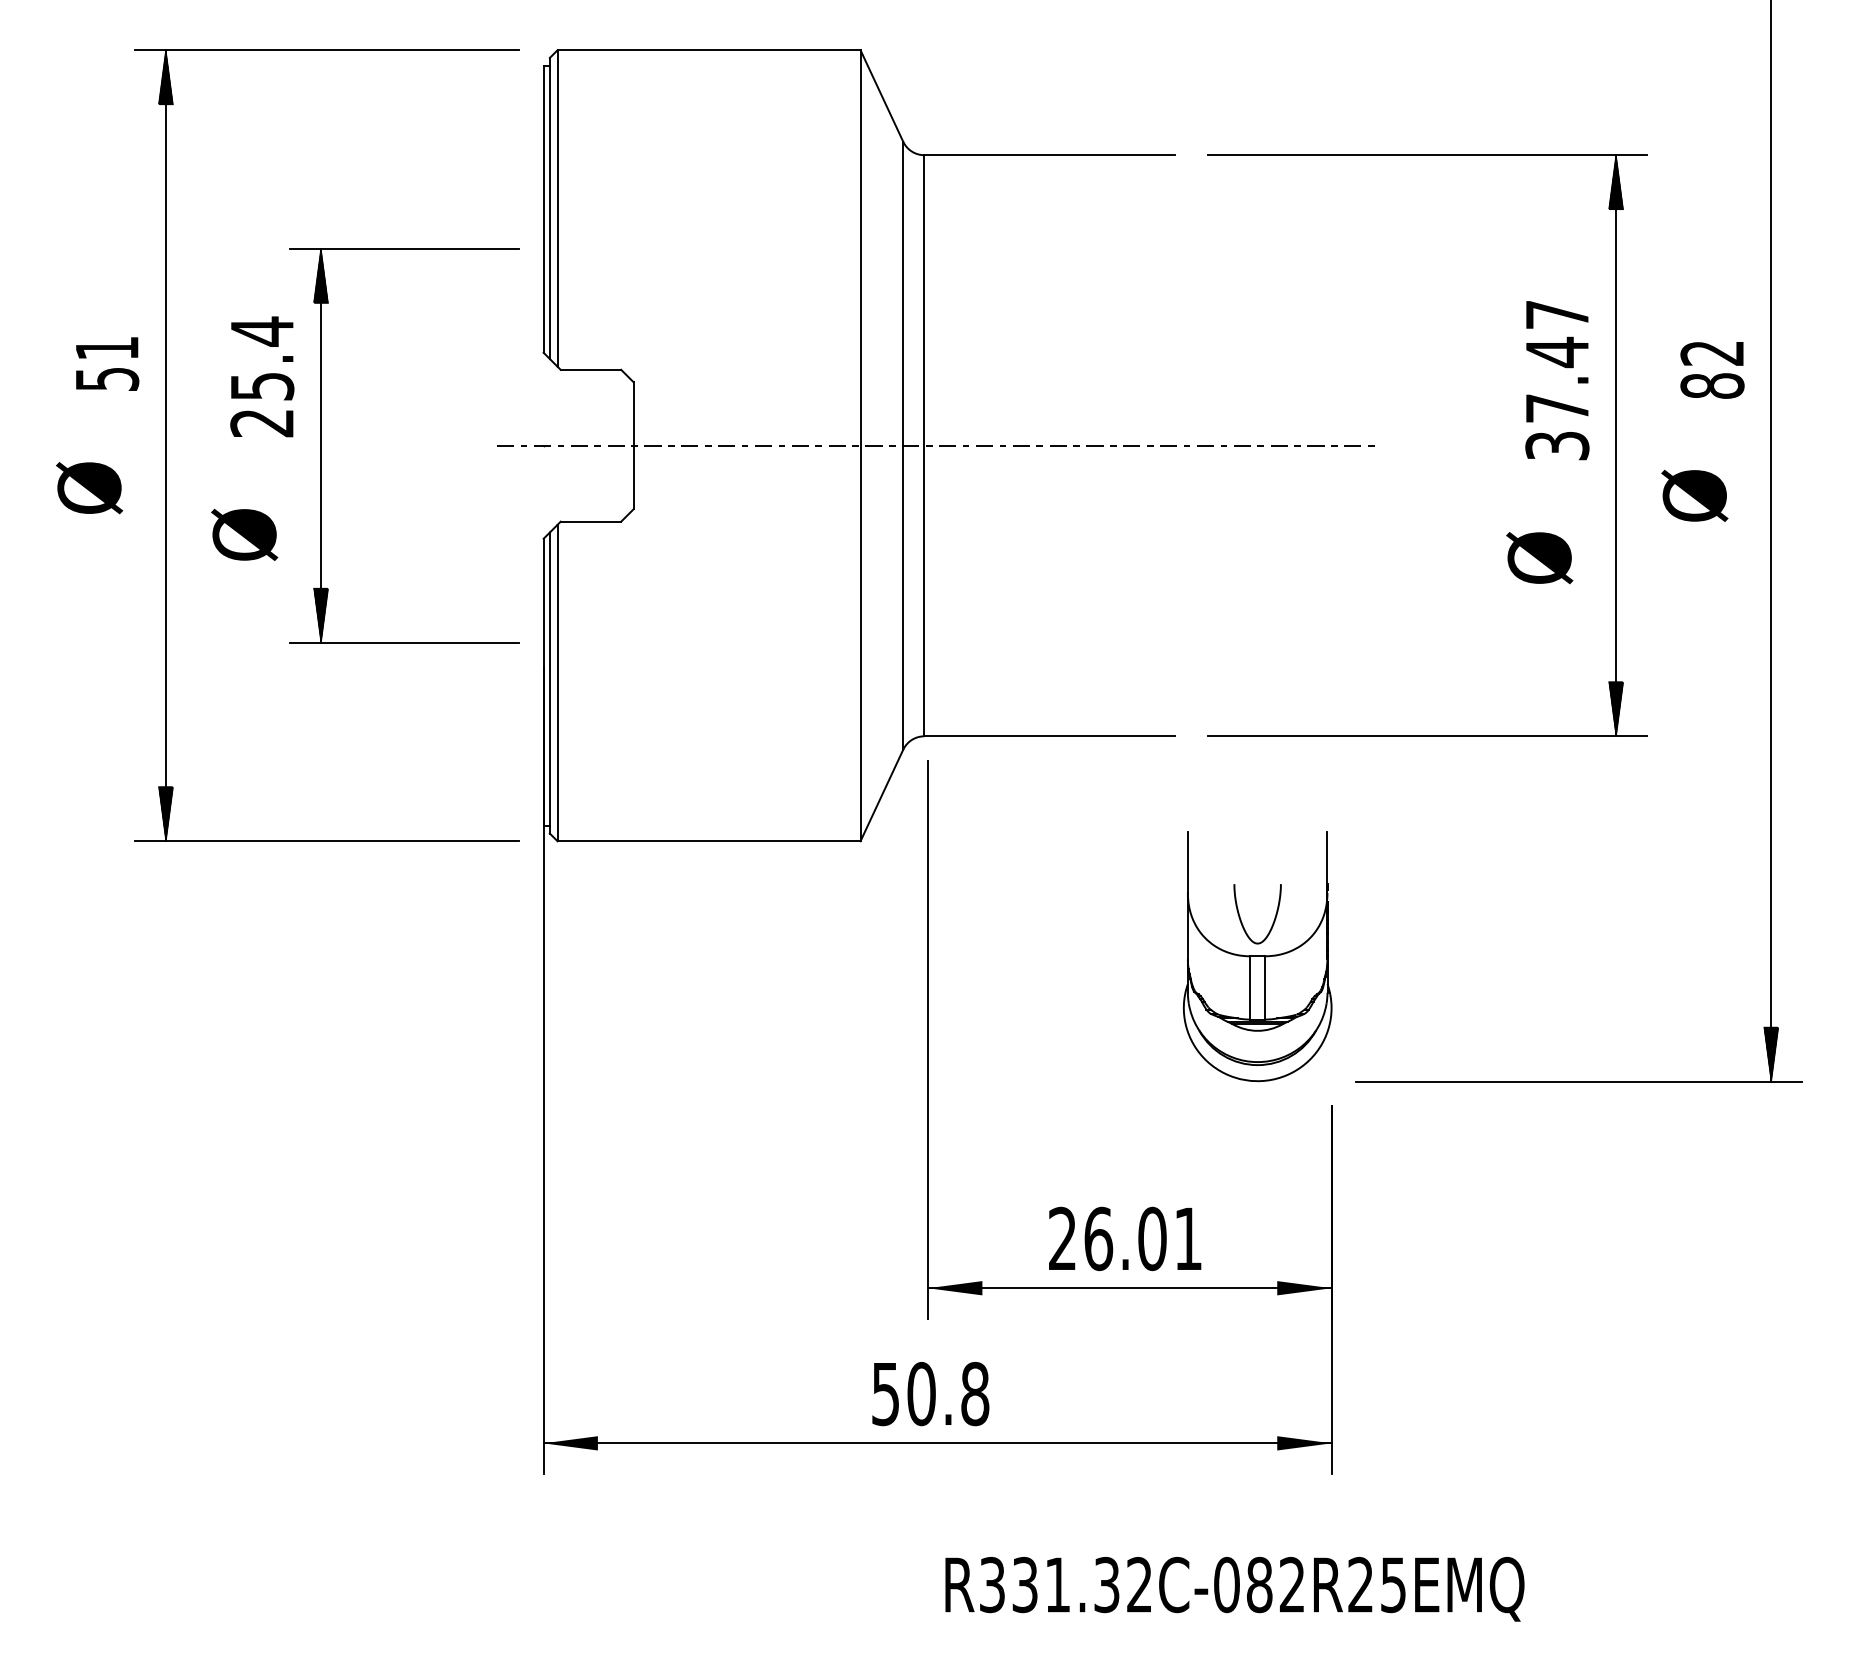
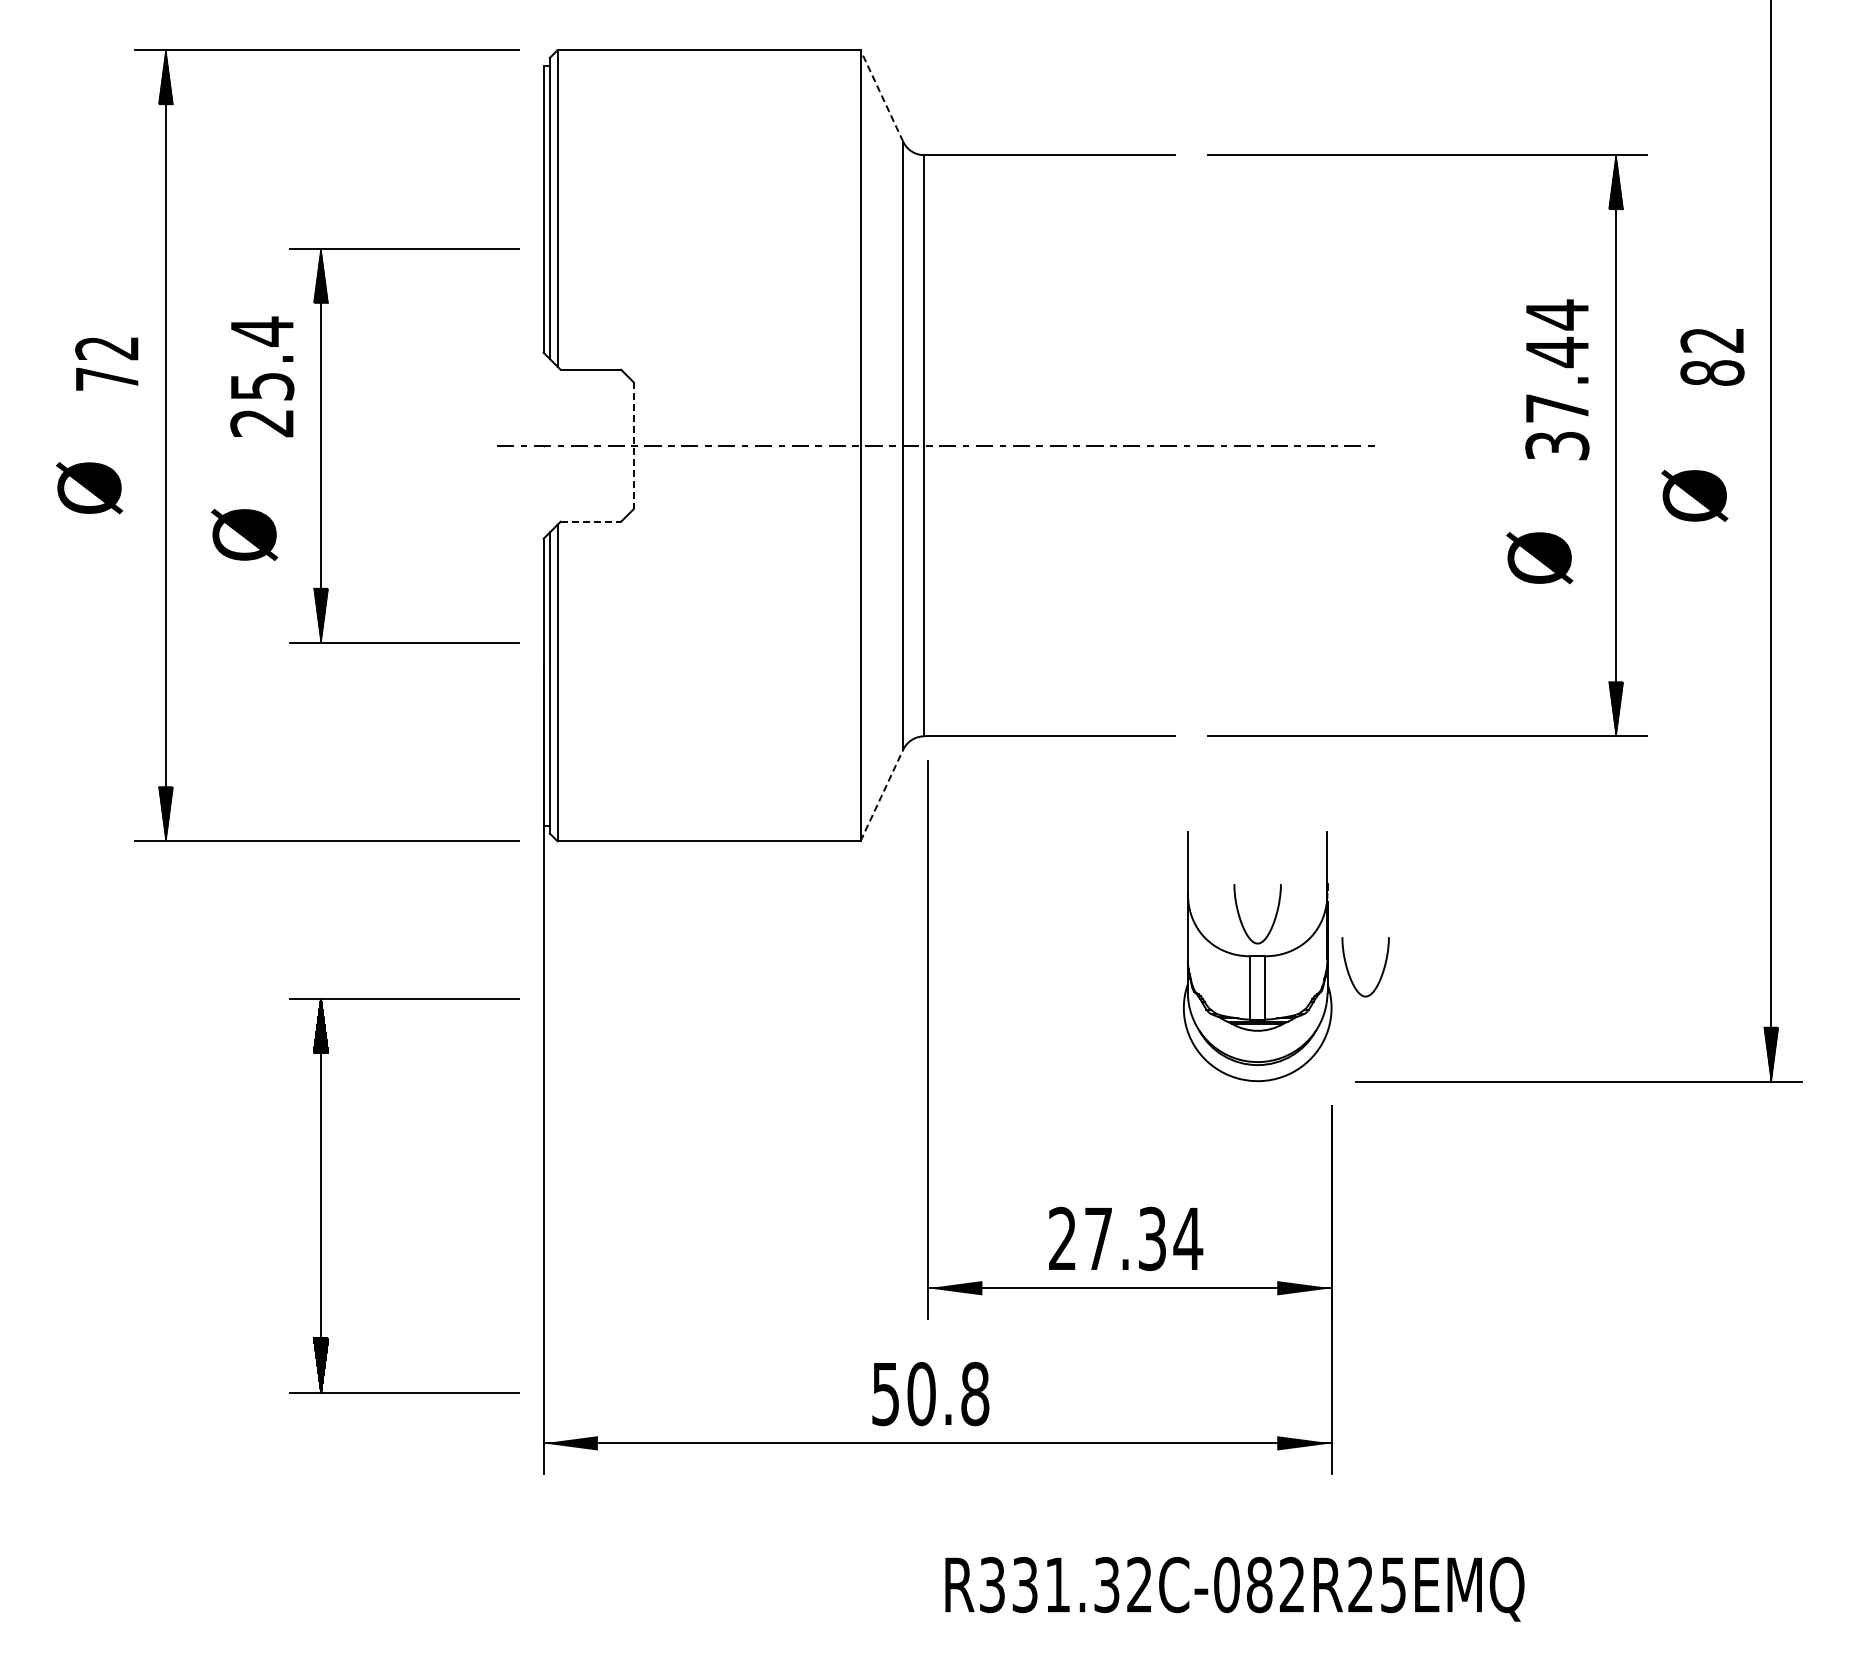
line at (881, 95): solid -> dashed
text at (1557, 314): 37.47 -> 37.44
text at (107, 363): 51 -> 72
text at (1712, 370) position: (1712, 370) -> (1712, 357)
line at (633, 445): solid -> dashed
line at (591, 521): solid -> dashed
line at (882, 795): solid -> dashed
curve at (1349, 972): none -> present
part at (321, 1195): none -> present
text at (1143, 1238): 26.01 -> 27.34
